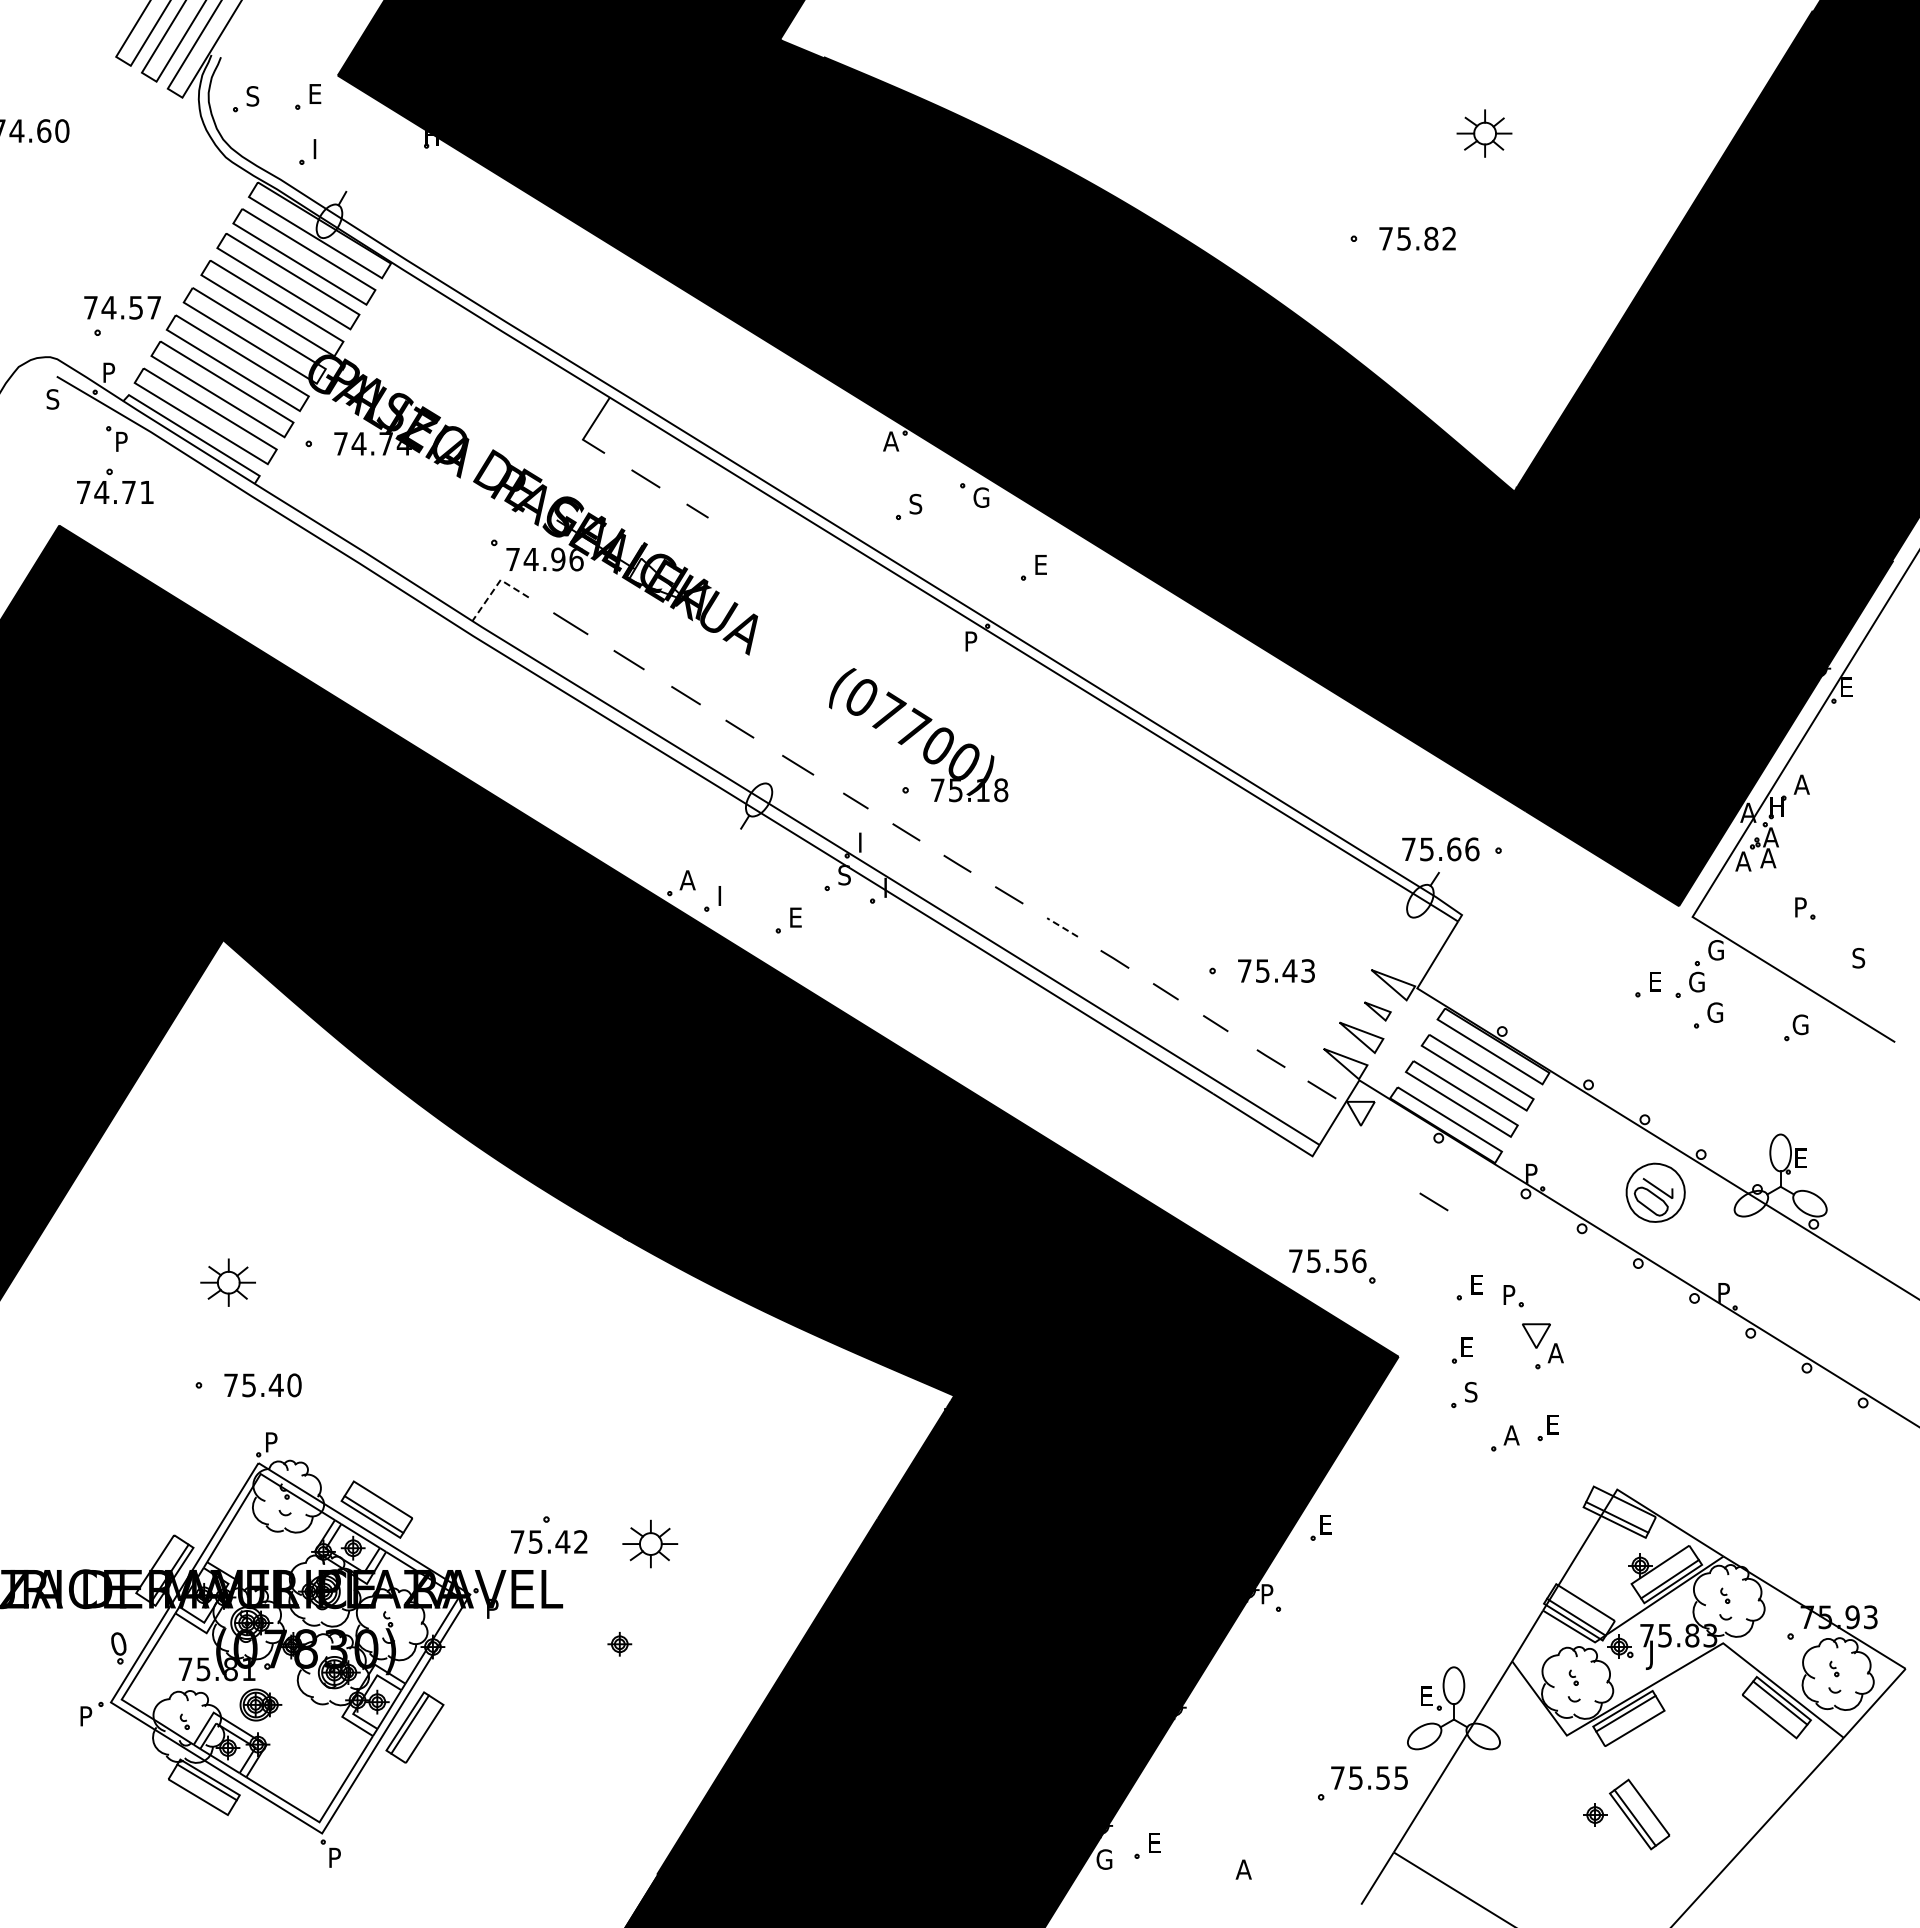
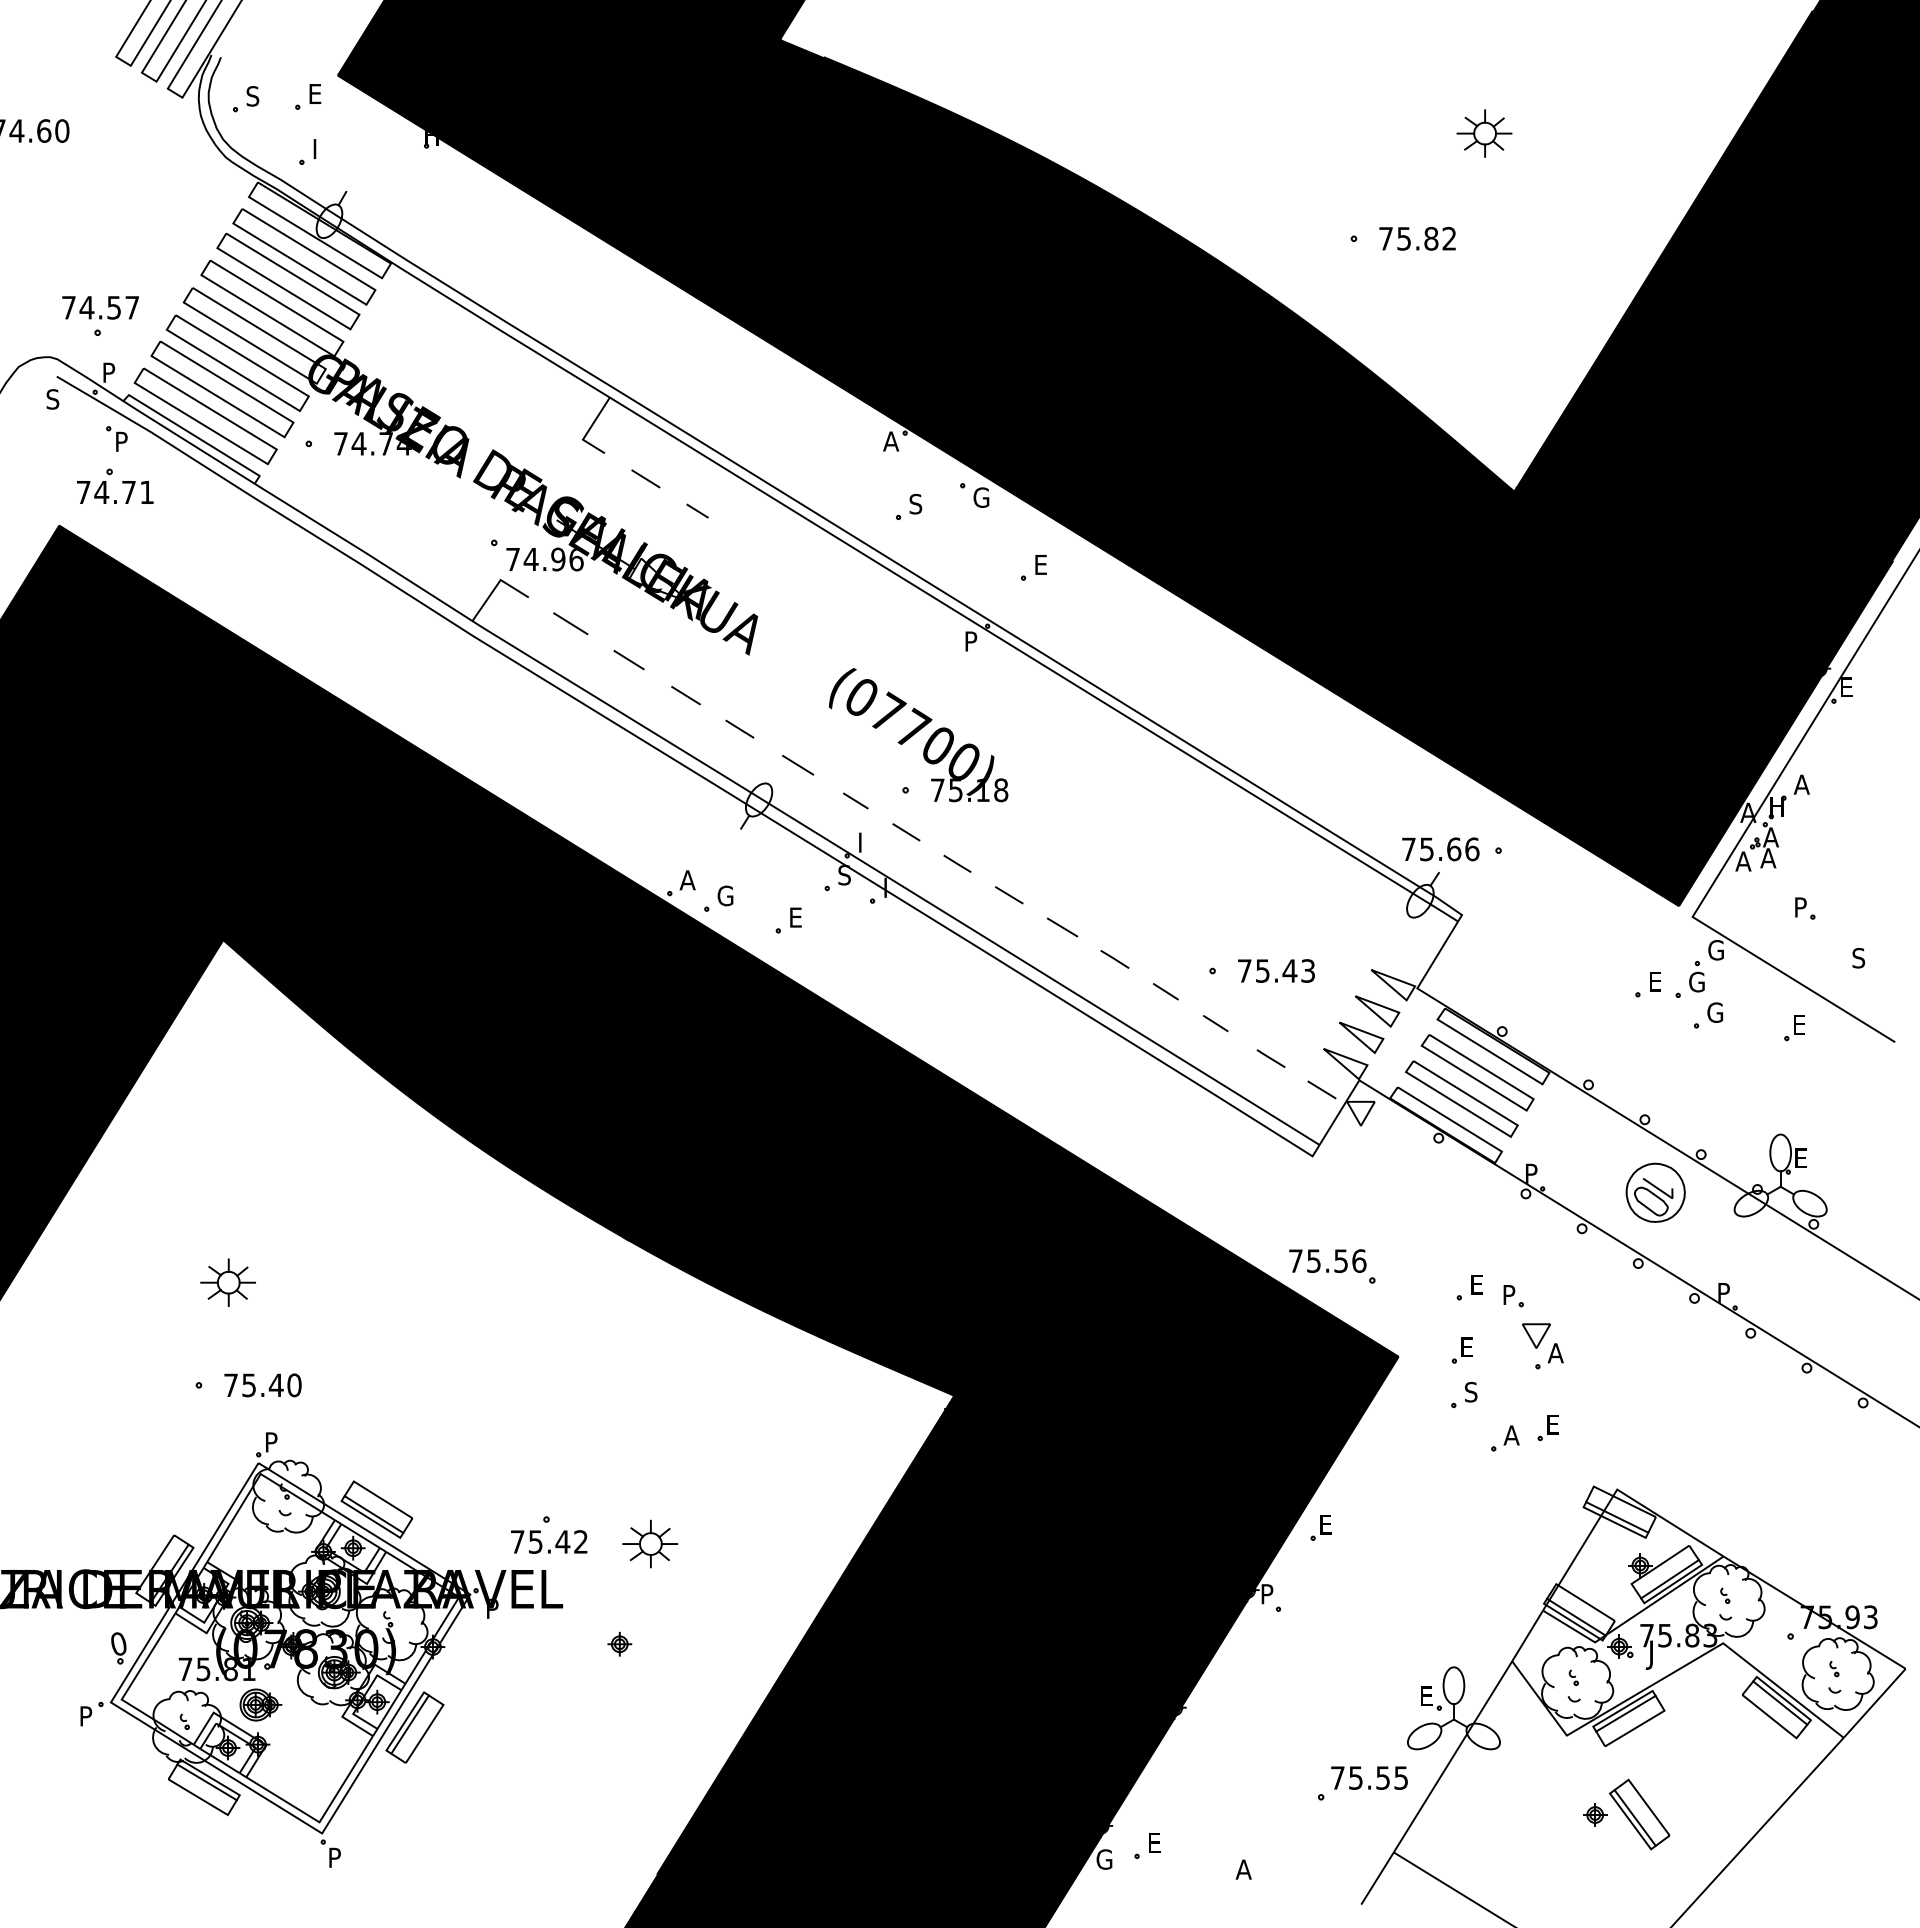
text at (122, 307) position: (122, 307) -> (100, 307)
line at (496, 586): dashed -> solid
text at (725, 895): I -> G
line at (1062, 927): dashed -> solid
part at (1377, 1011) size: 28x21 px -> 46x33 px
text at (1800, 1024): G -> E
line at (1433, 1201): present -> none
